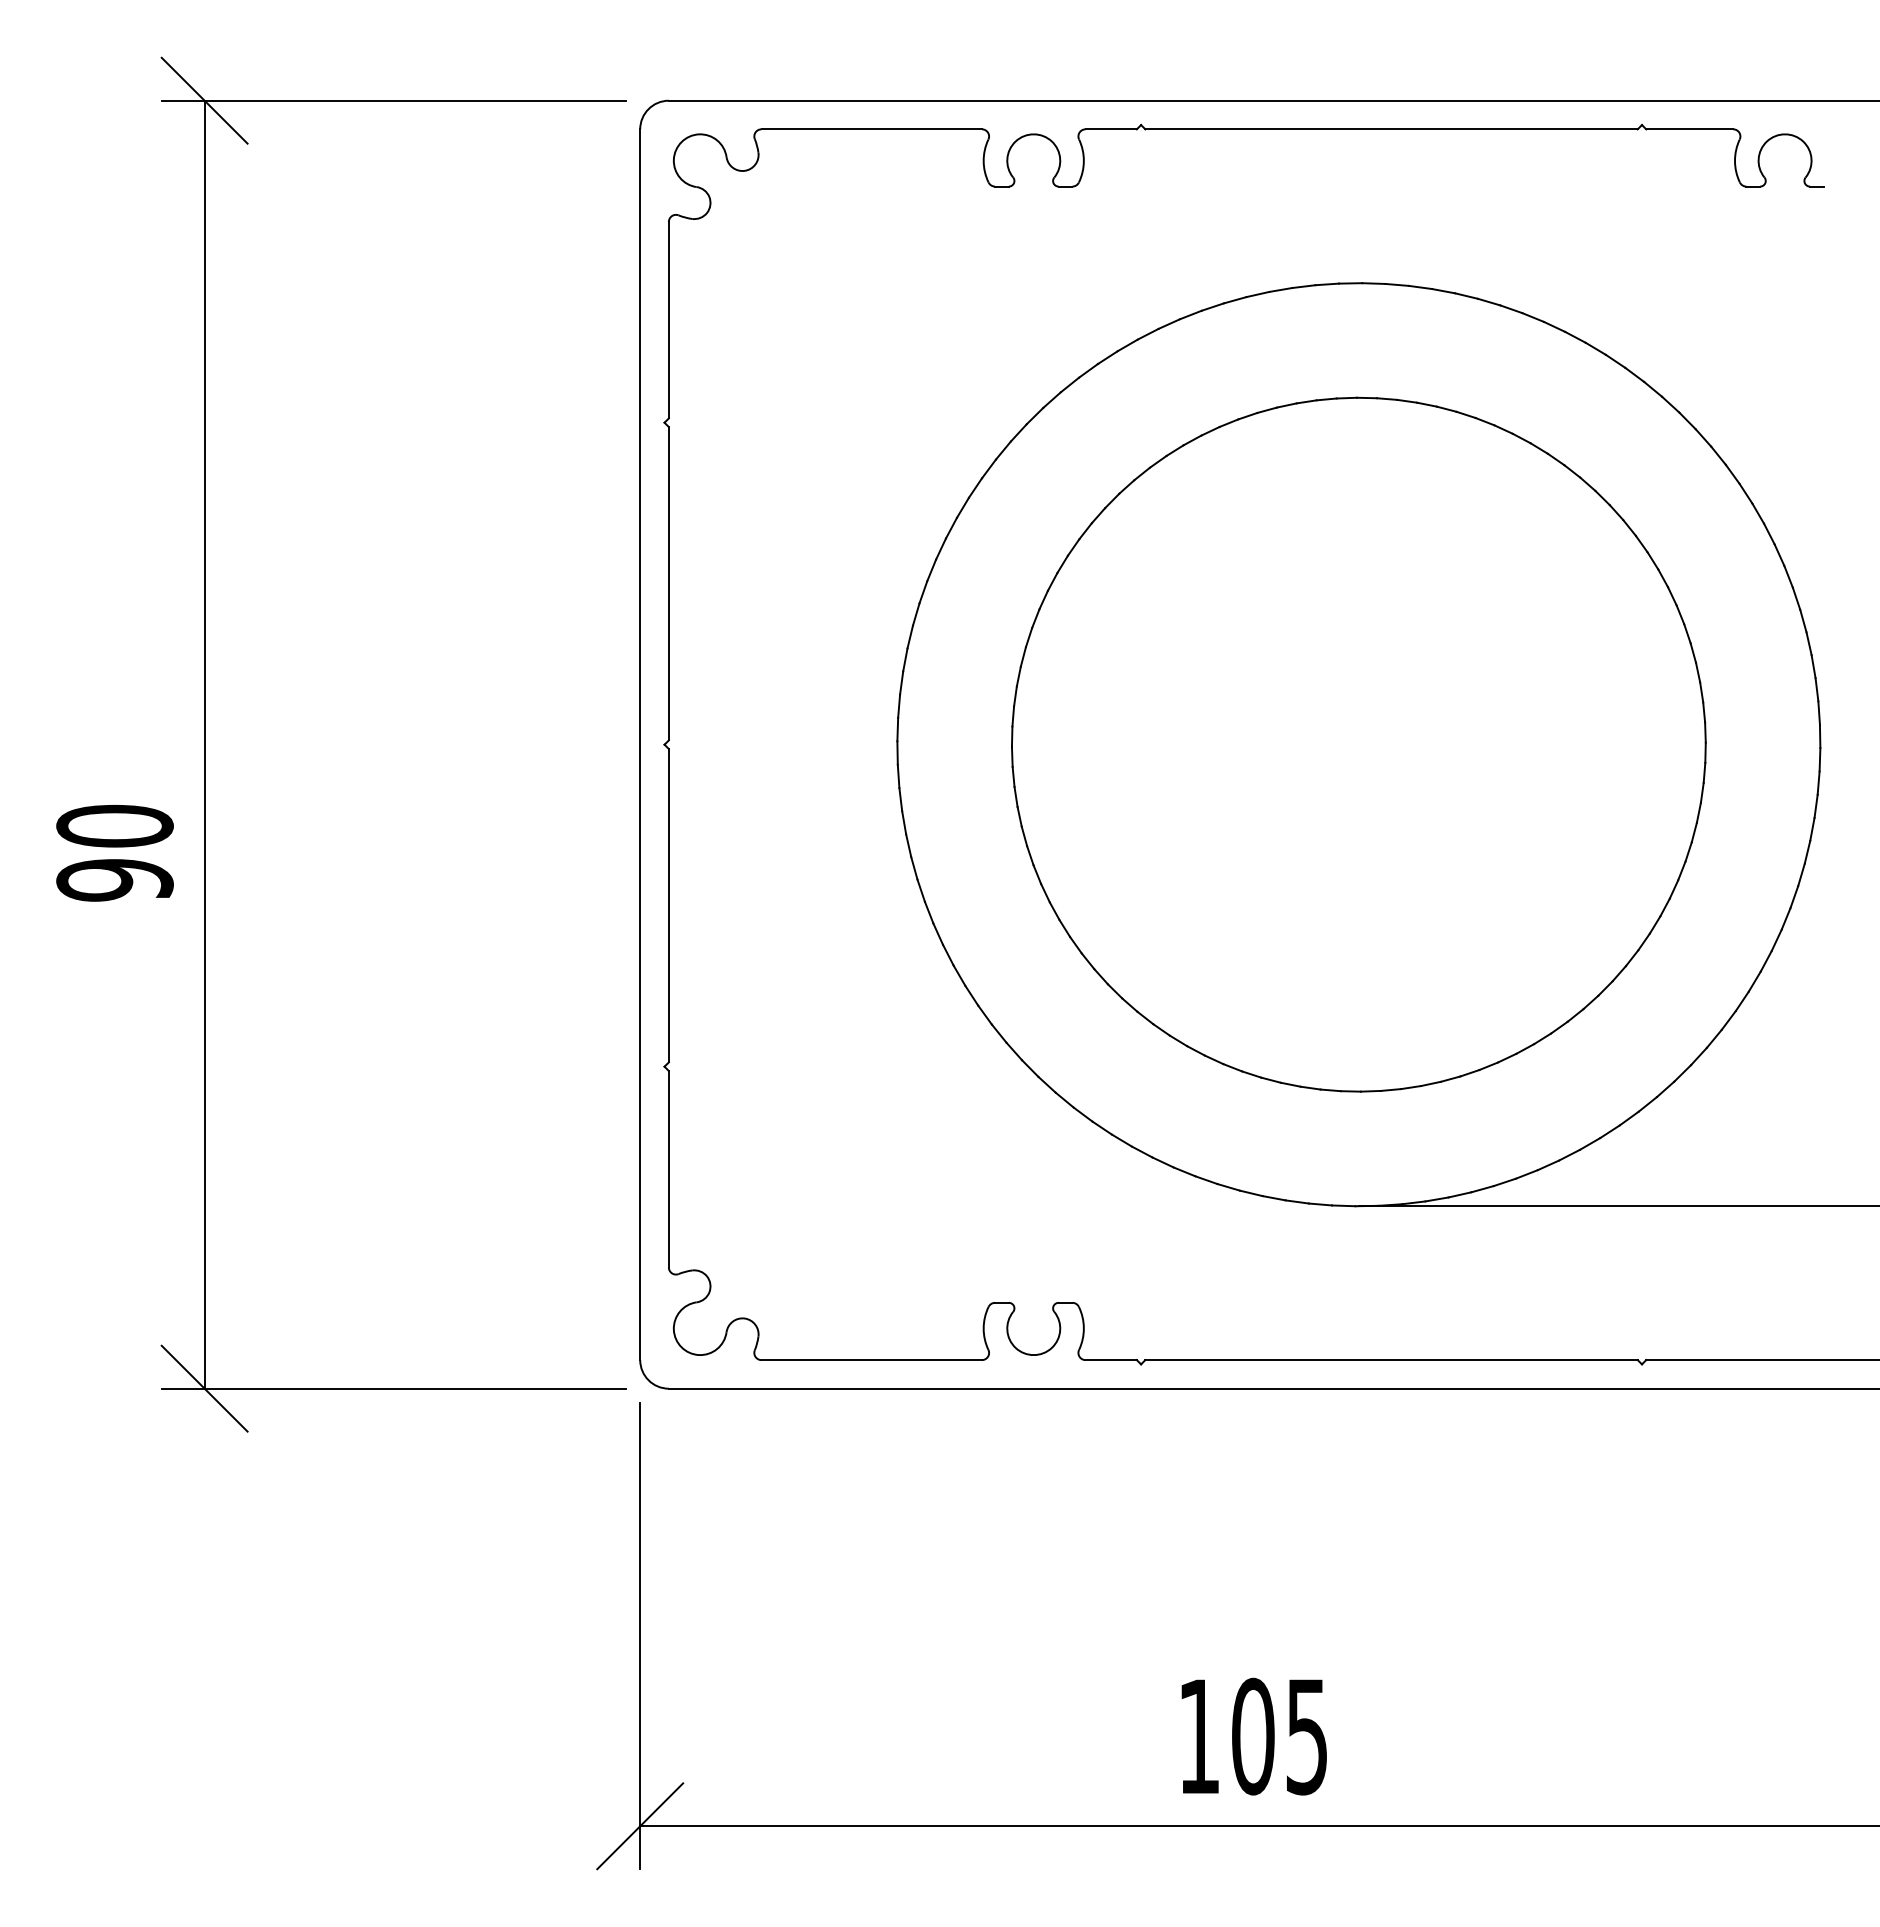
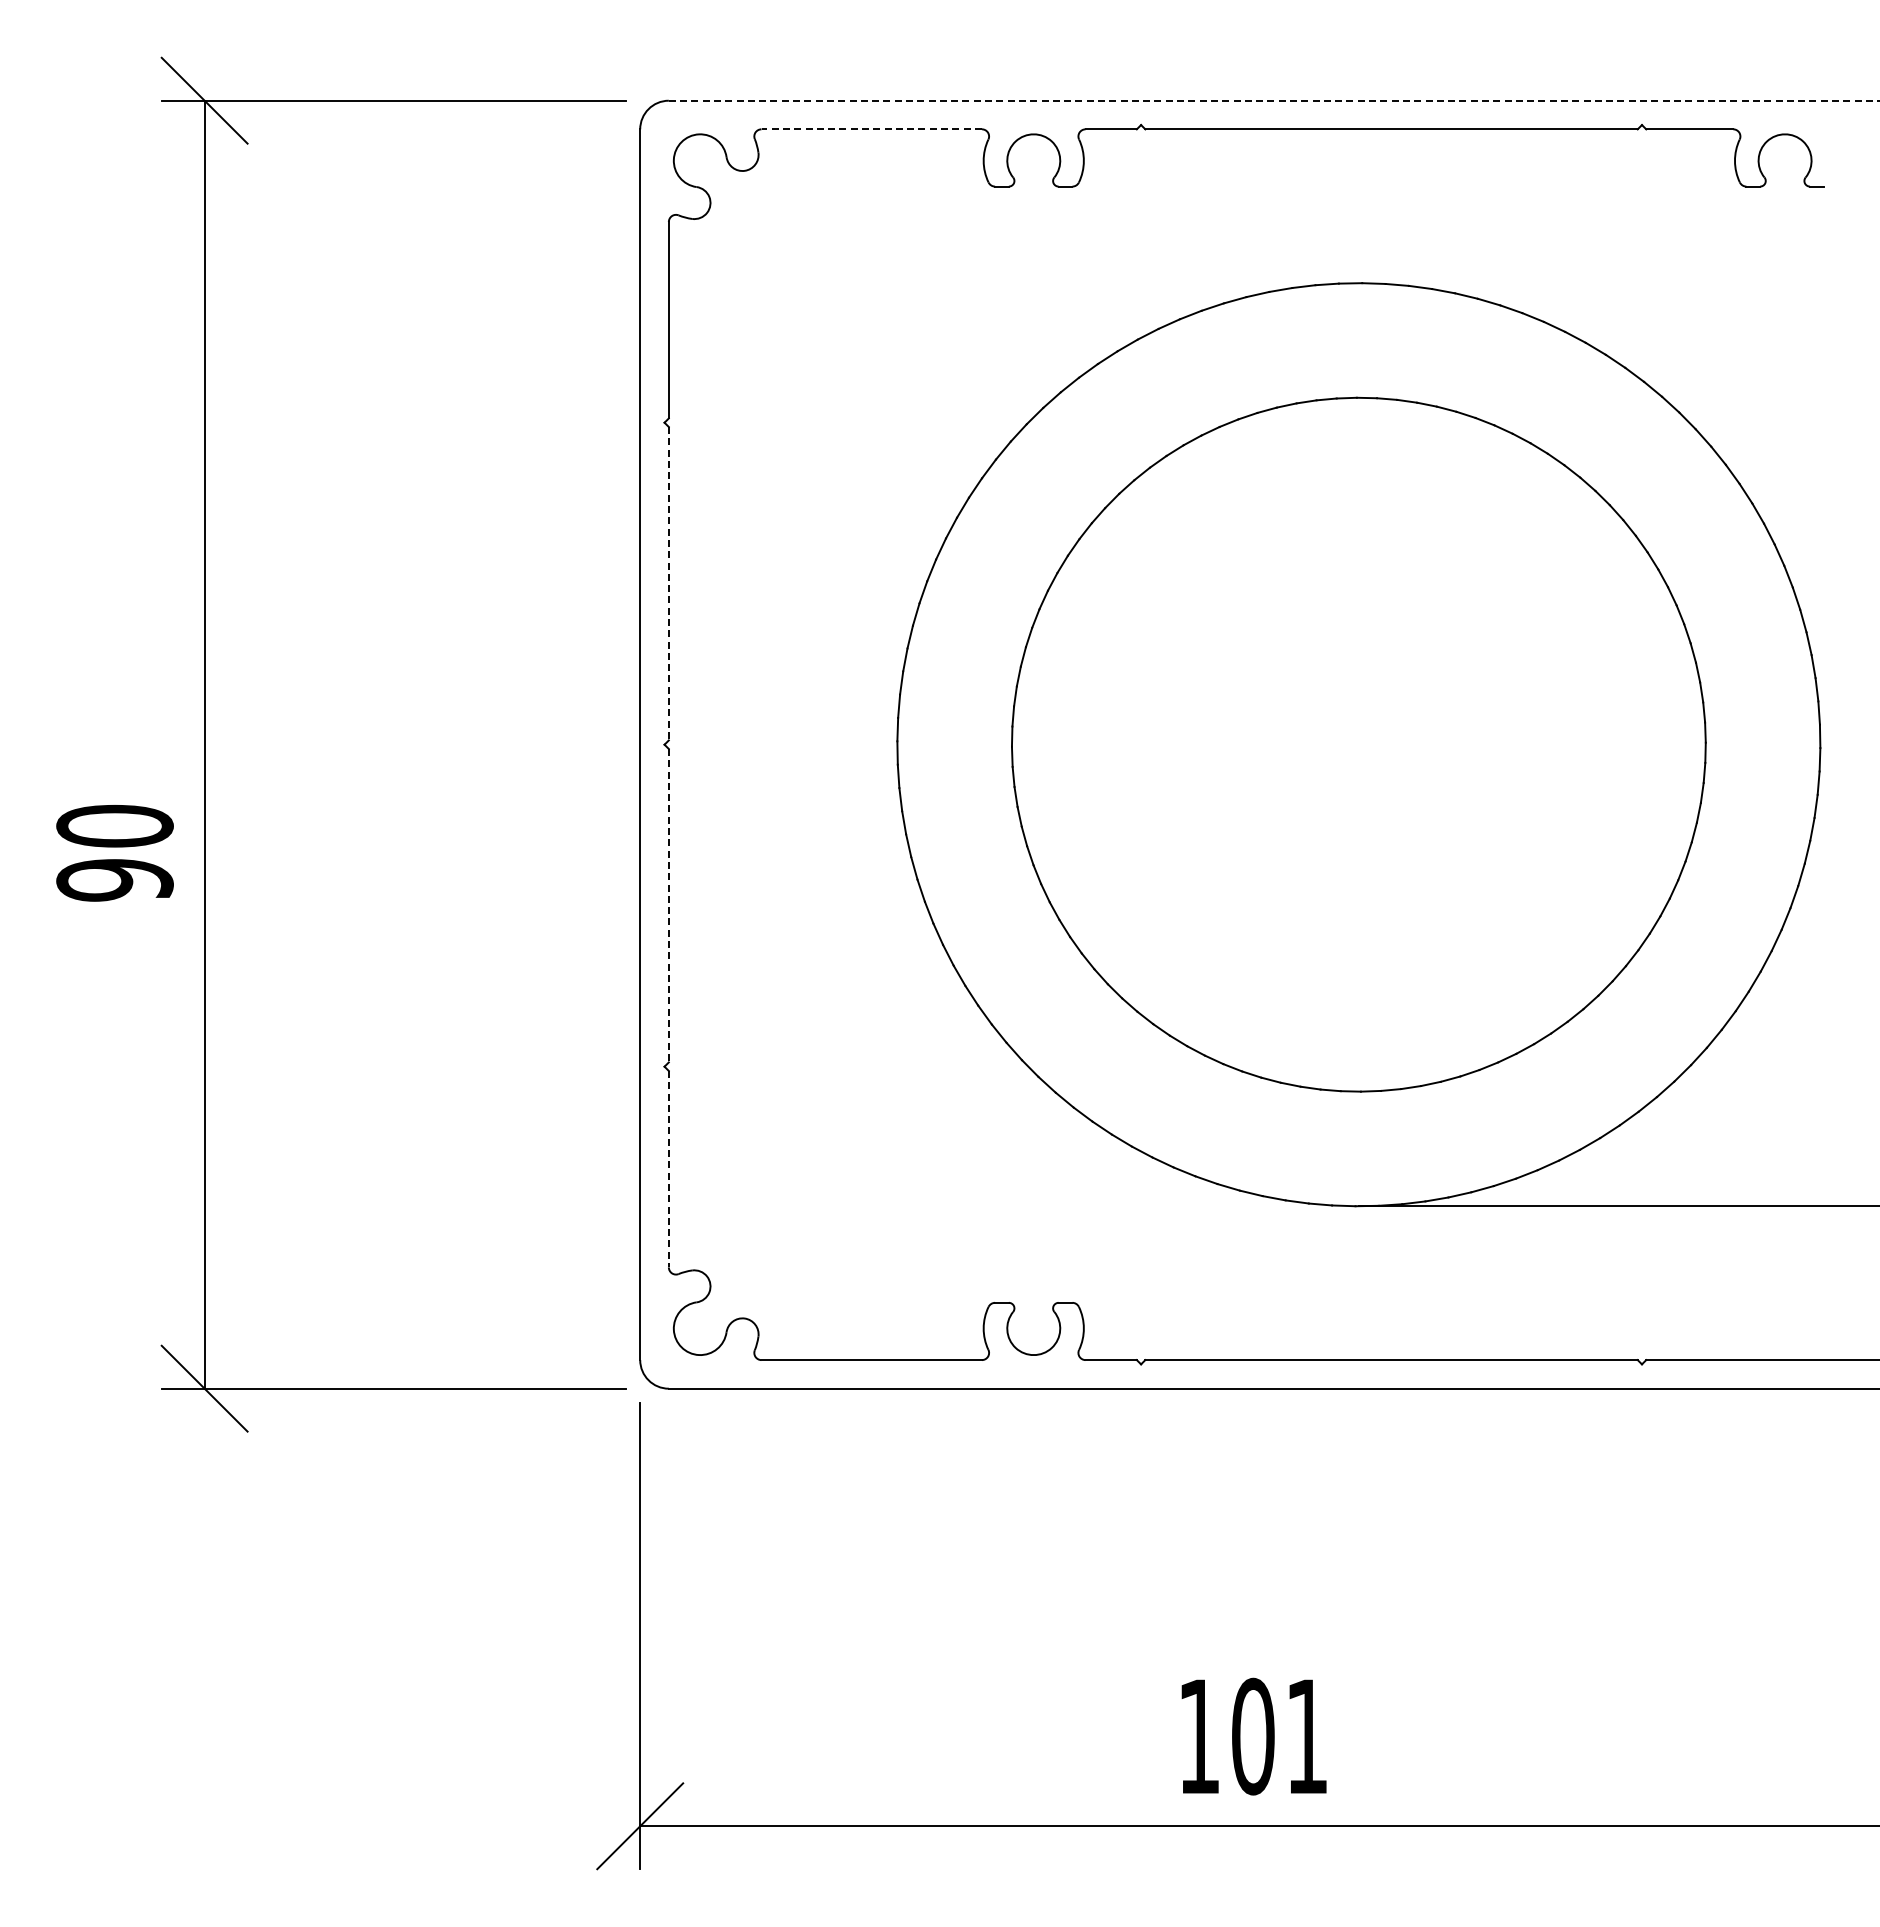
line at (1274, 100): solid -> dashed
line at (871, 129): solid -> dashed
line at (668, 583): solid -> dashed
line at (668, 905): solid -> dashed
line at (668, 1169): solid -> dashed
text at (1306, 1737): 105 -> 101
